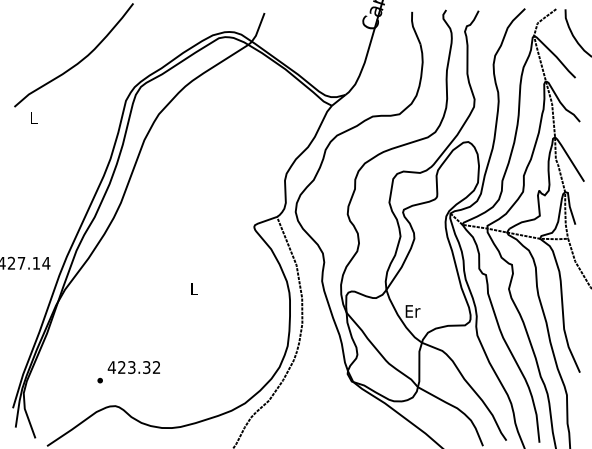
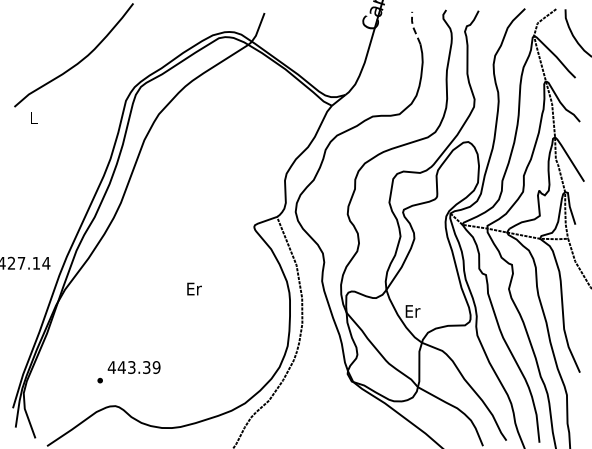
line at (413, 27): solid -> dashed
text at (194, 288): L -> Er
text at (138, 367): 423.32 -> 443.39
